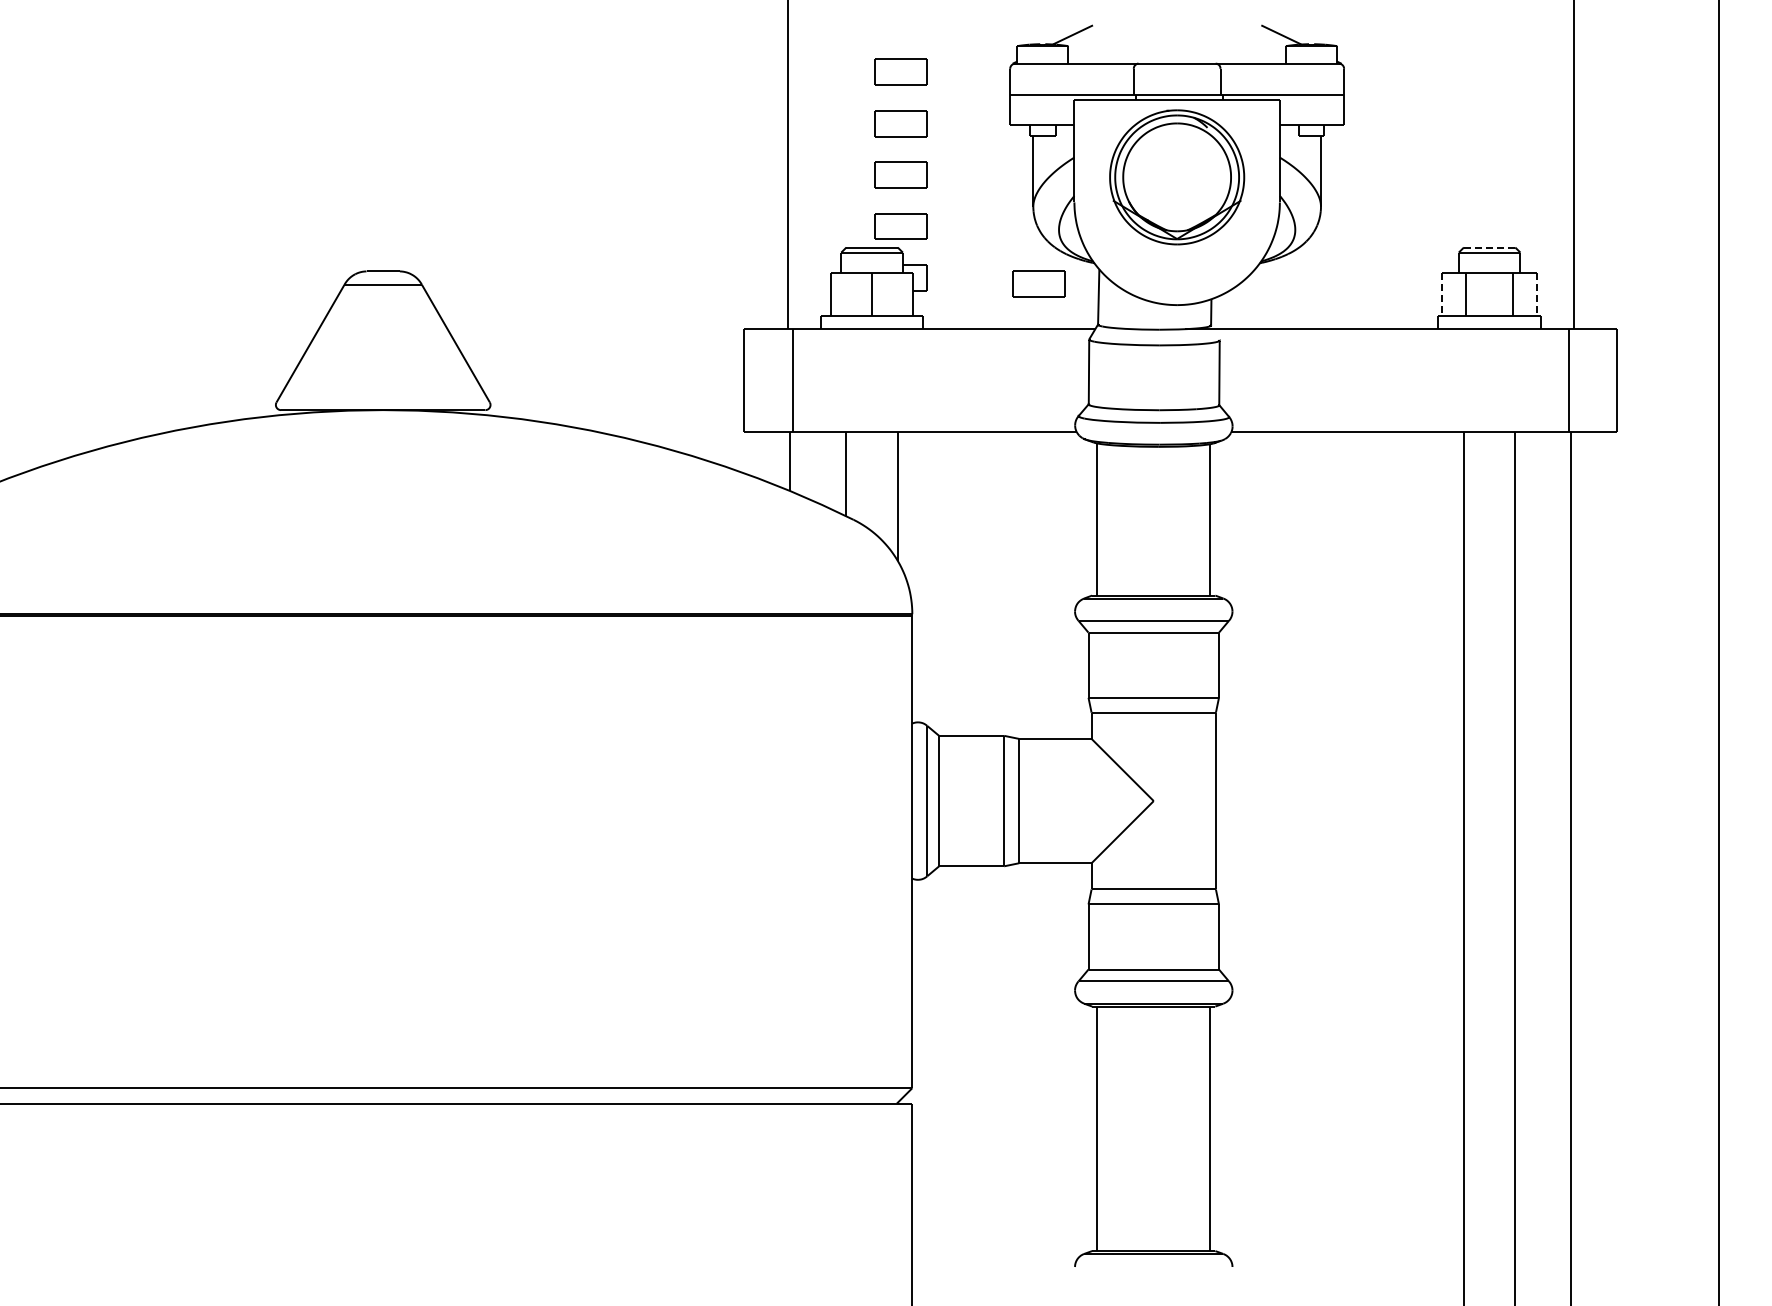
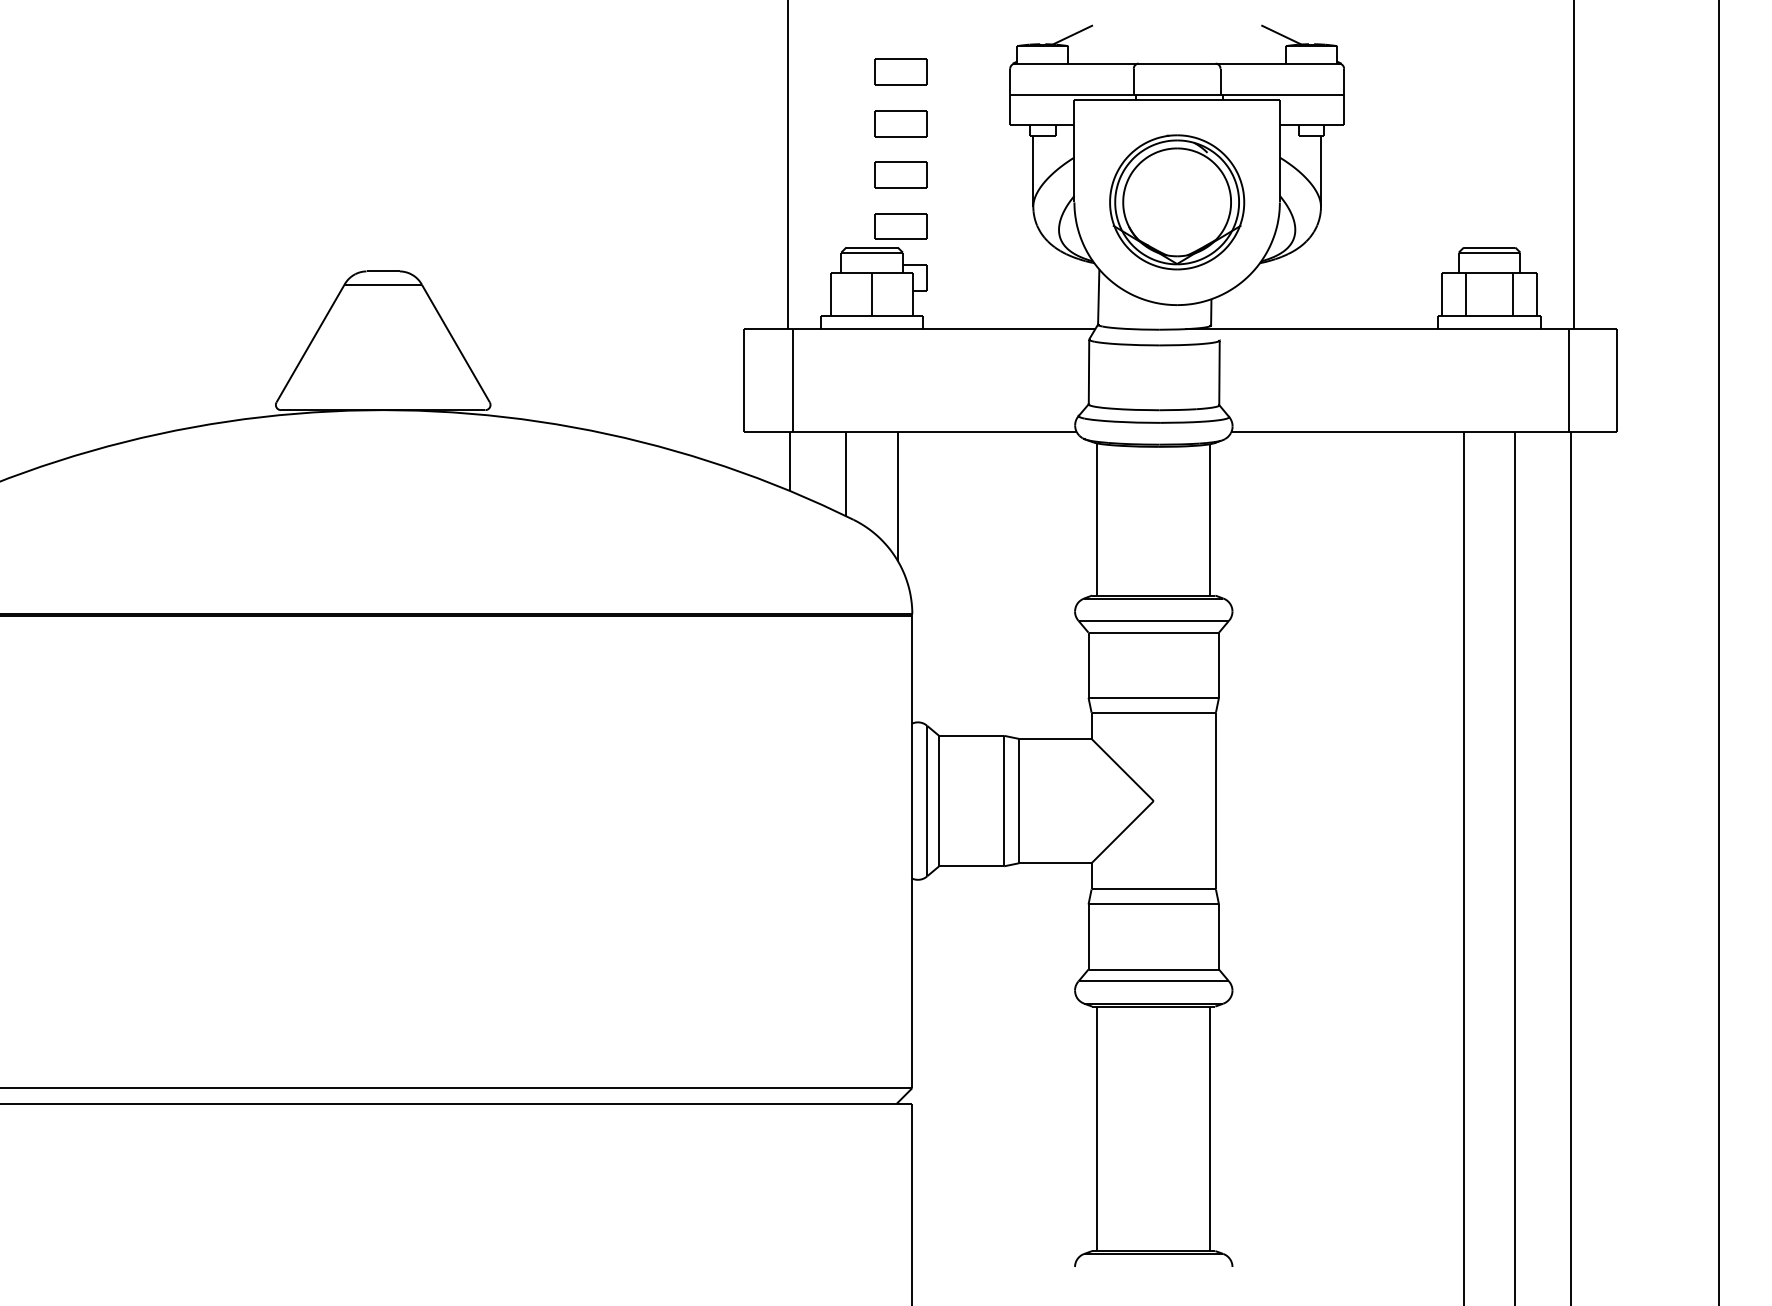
part at (1177, 177) position: (1177, 177) -> (1177, 202)
line at (1489, 247): dashed -> solid
part at (1038, 283): present -> none
line at (1442, 294): dashed -> solid
line at (1537, 294): dashed -> solid
